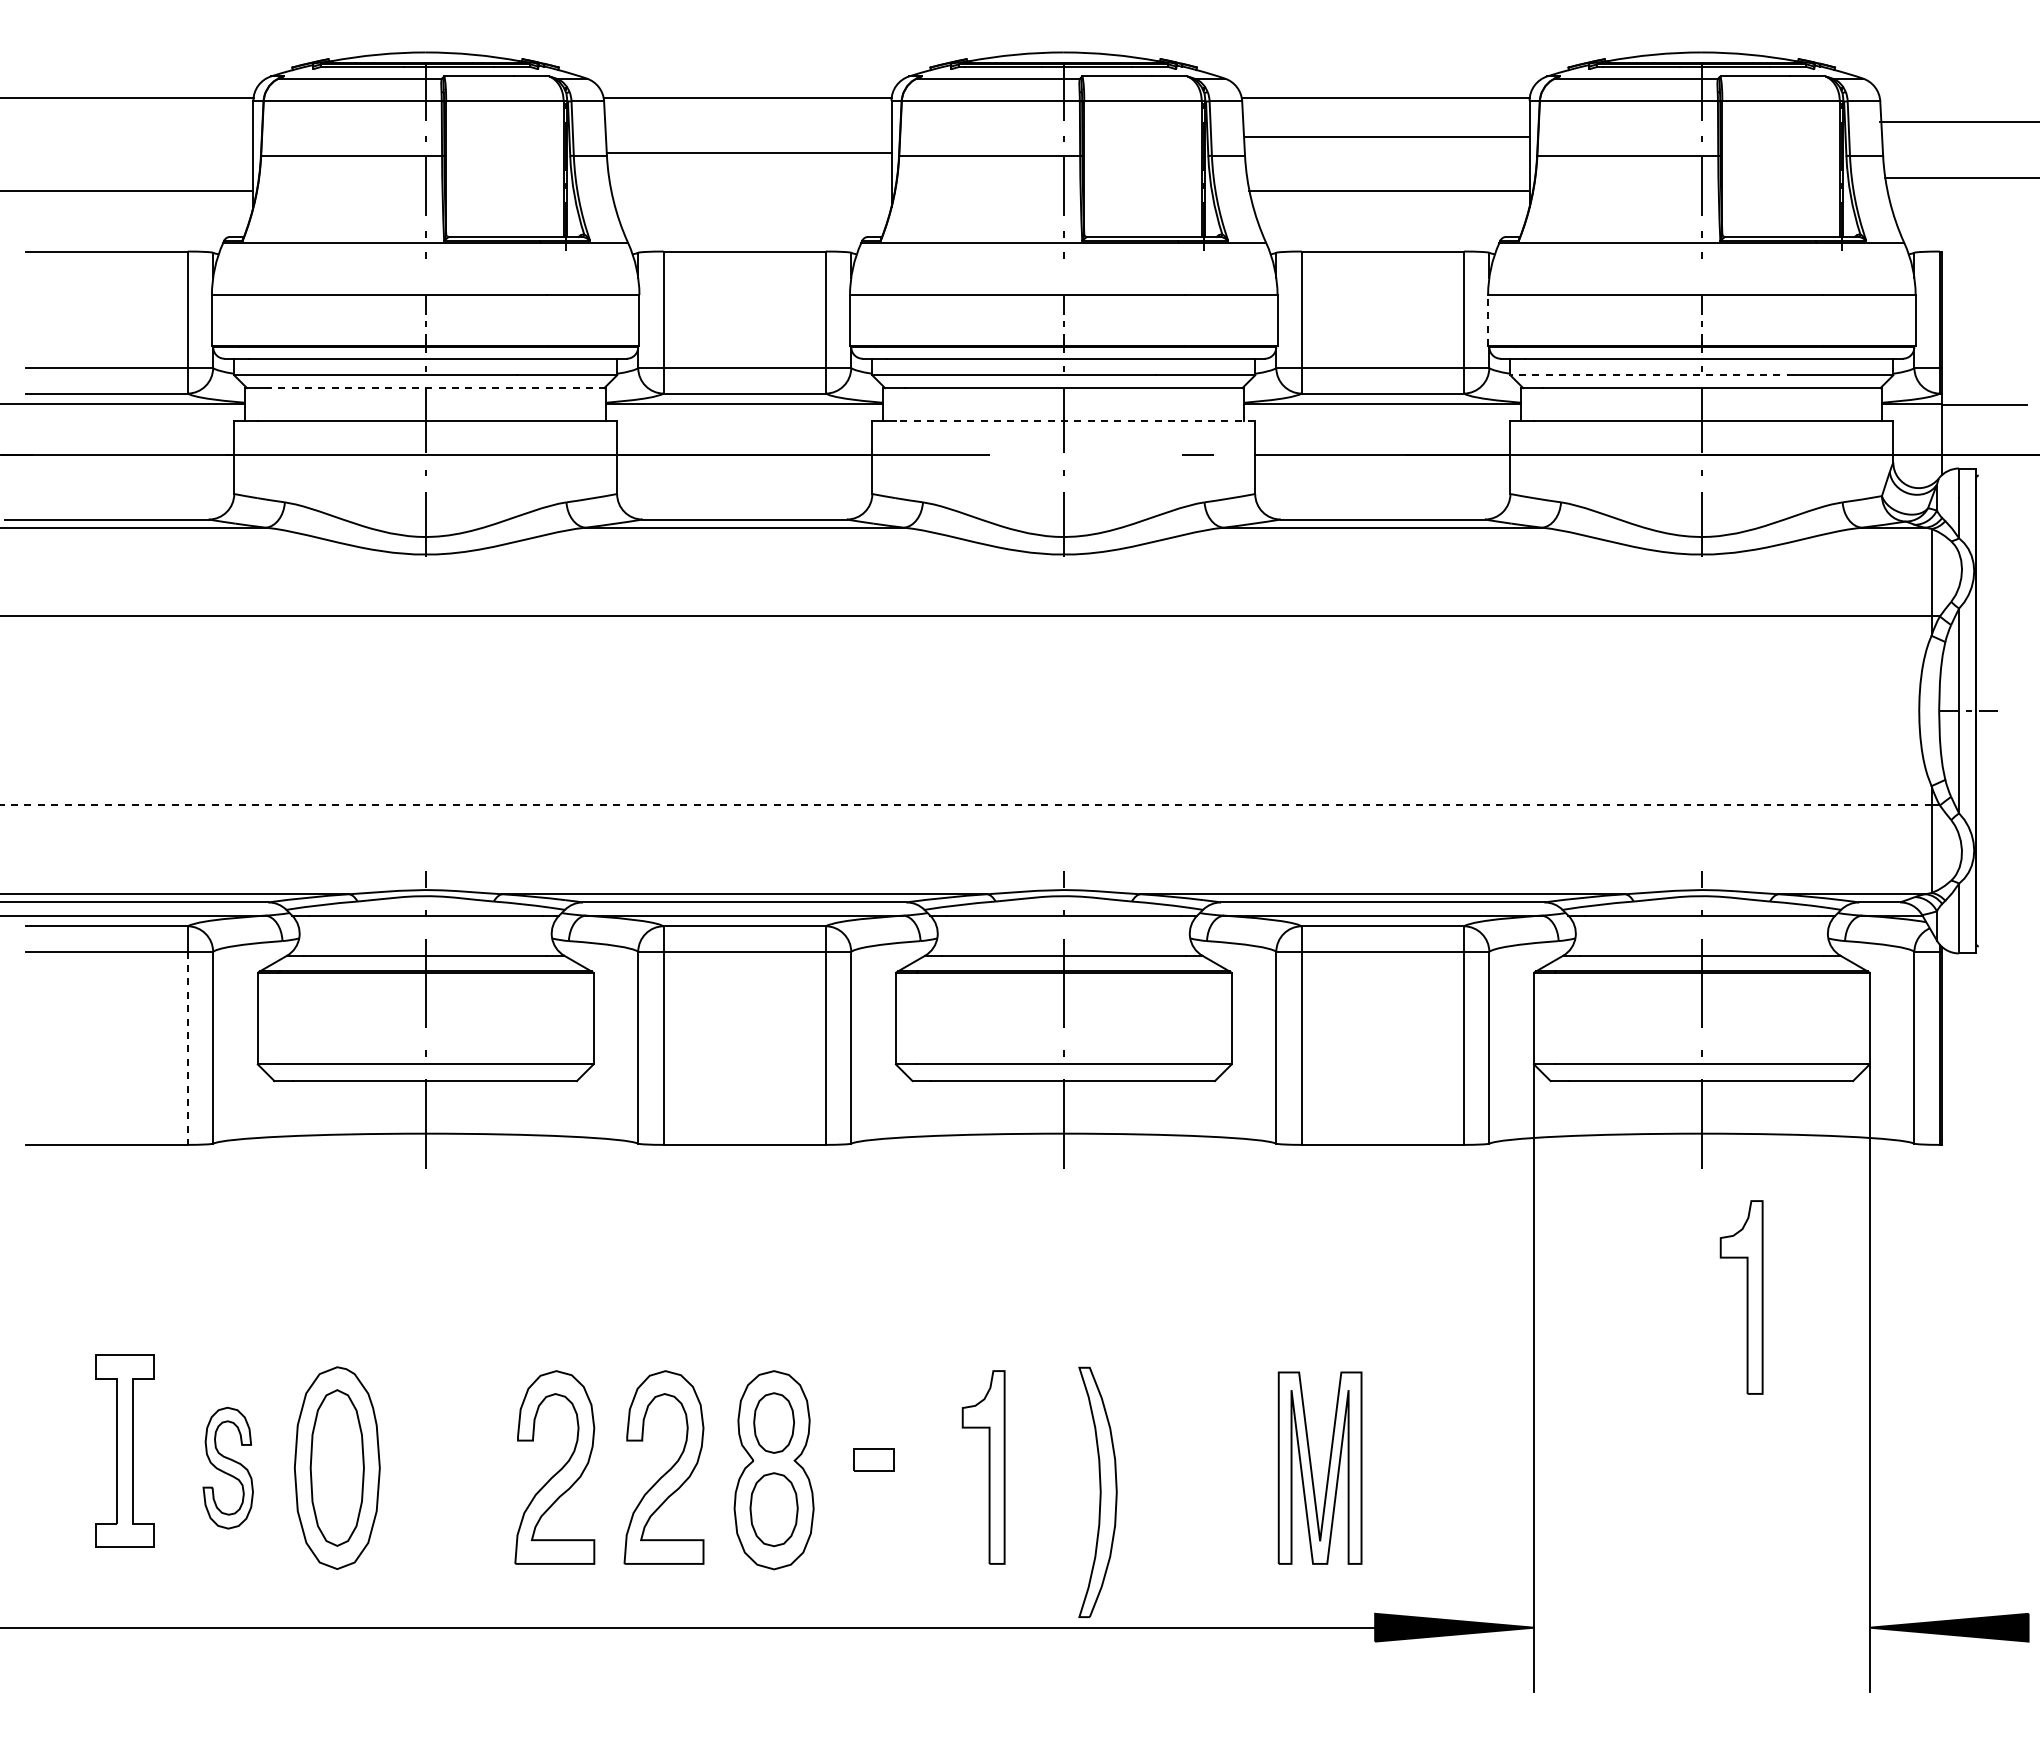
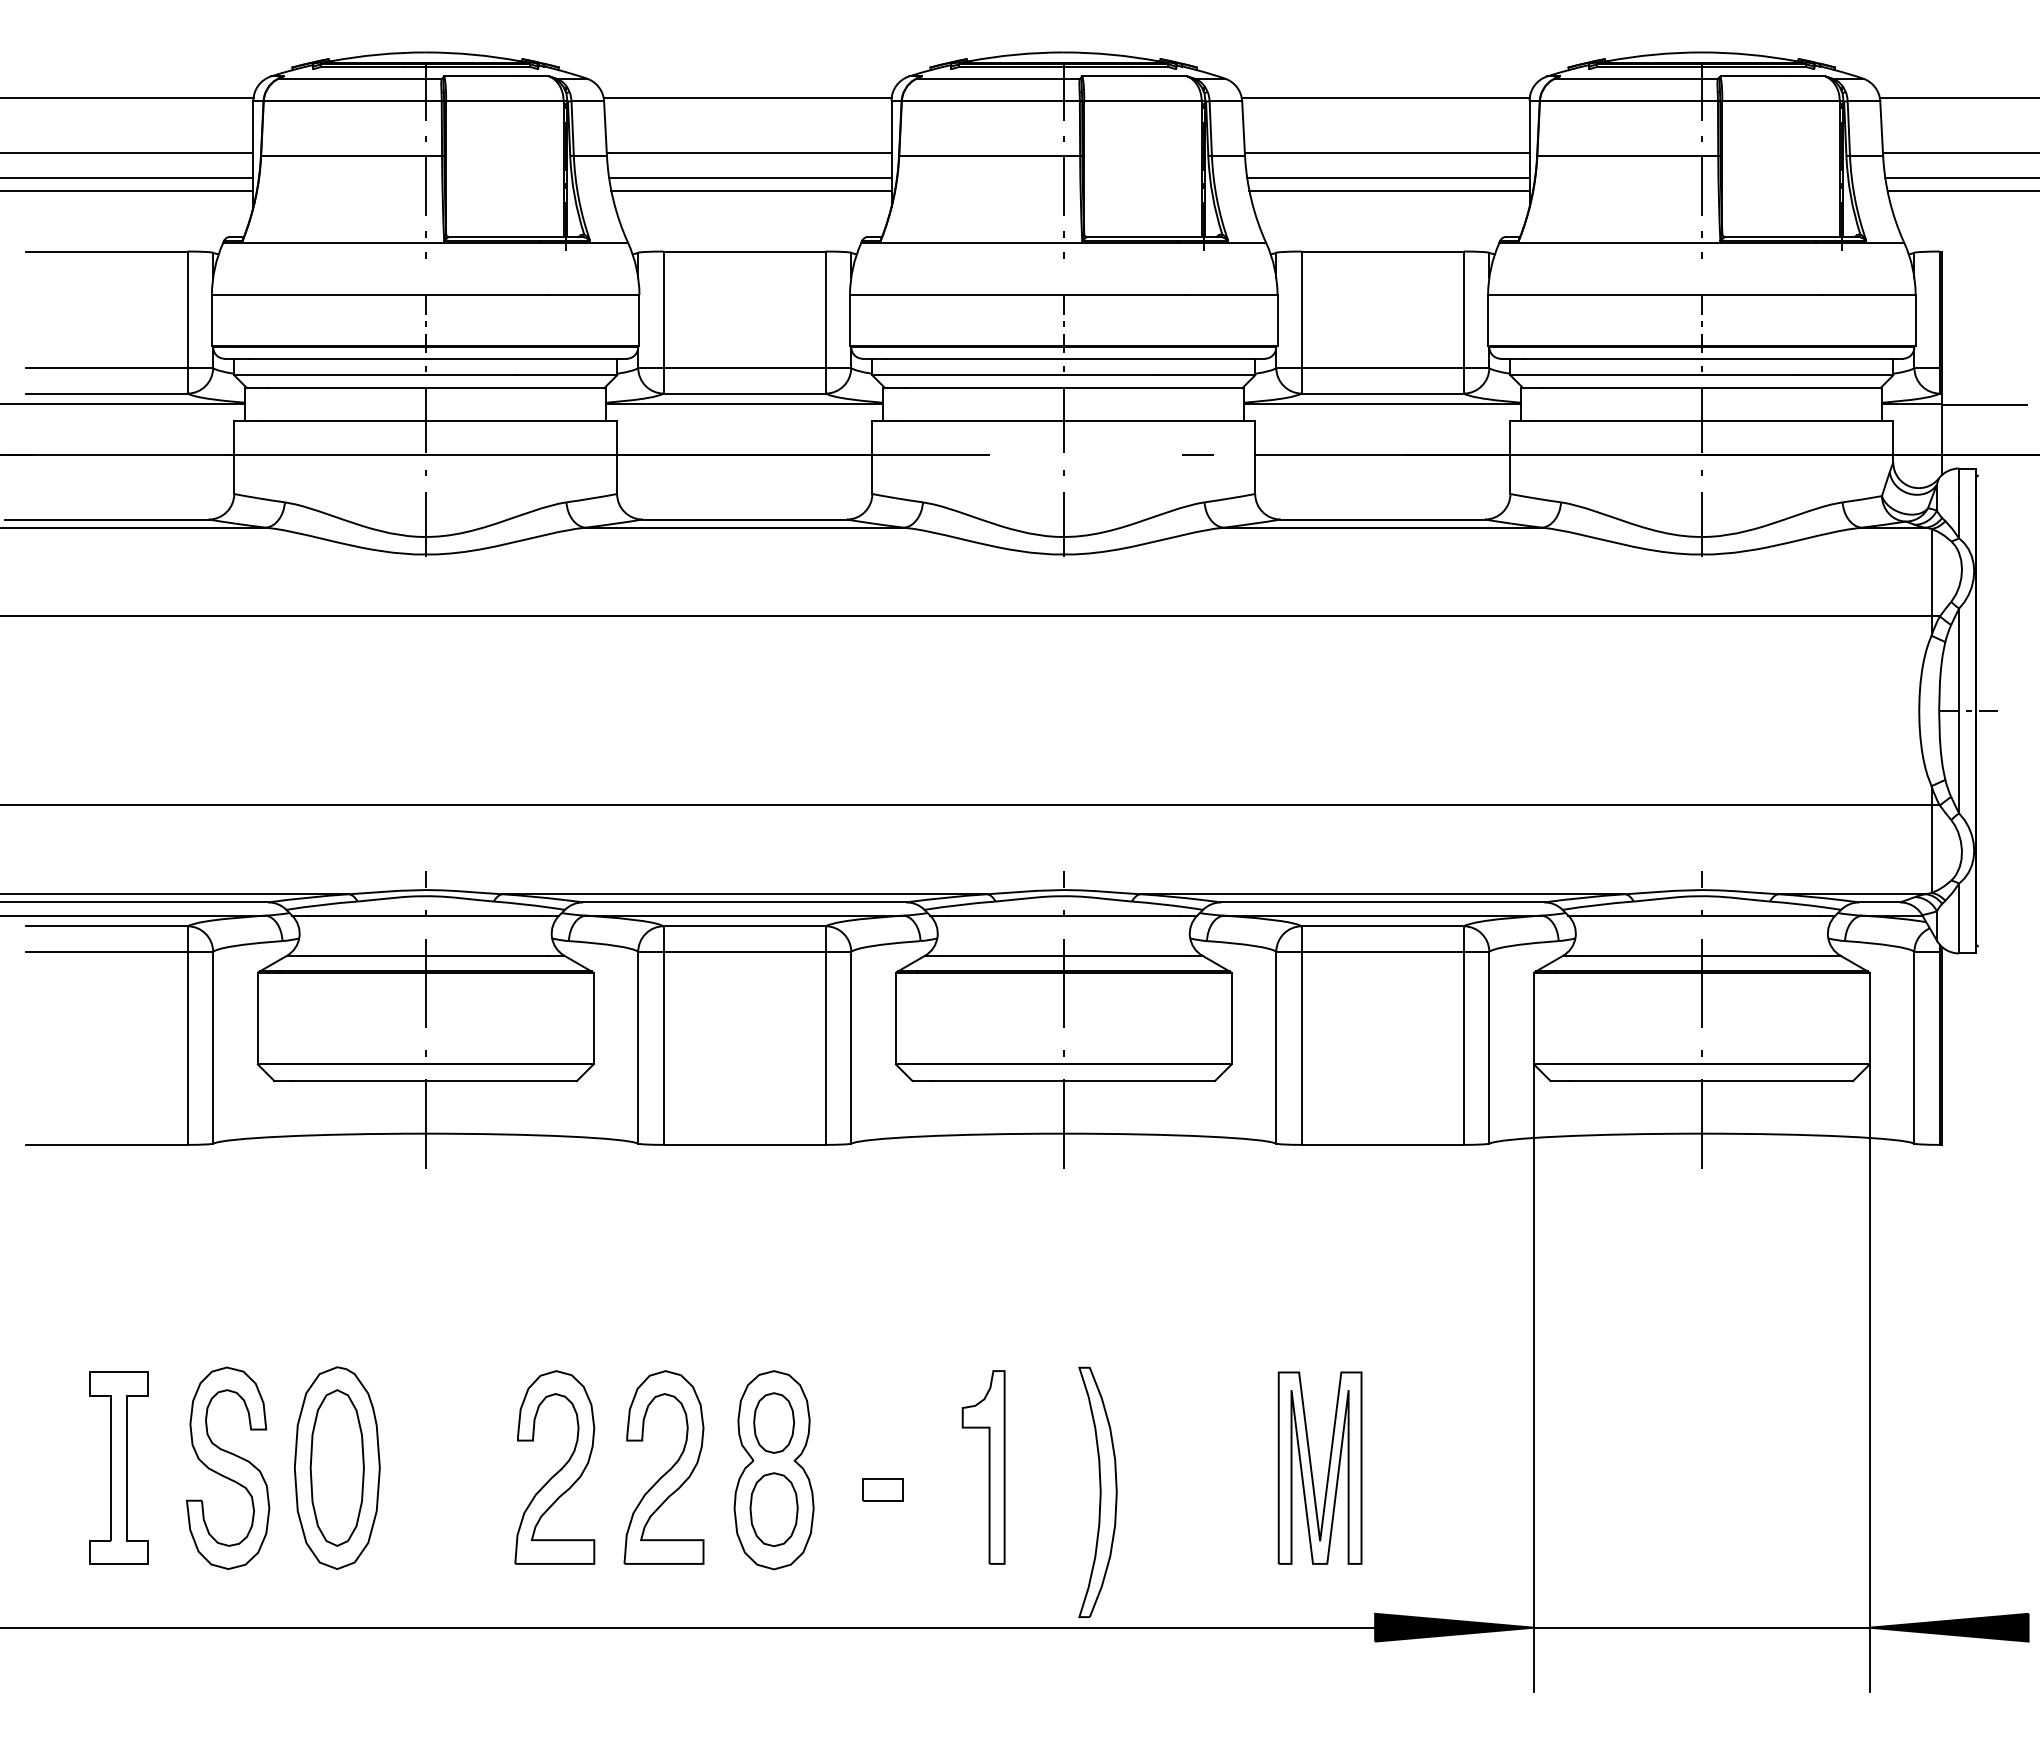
line at (1957, 122) position: (1957, 122) -> (1957, 98)
line at (1386, 136) position: (1386, 136) -> (1386, 152)
line at (127, 152): none -> present
line at (1959, 152): none -> present
line at (127, 178): none -> present
line at (750, 178): none -> present
line at (1388, 178): none -> present
line at (751, 190): none -> present
line at (1961, 190): none -> present
line at (1488, 320): dashed -> solid
line at (1652, 375): dashed -> solid
line at (436, 388): dashed -> solid
line at (1075, 421): dashed -> solid
line at (965, 805): dashed -> solid
line at (187, 1048): dashed -> solid
part at (1741, 1297): present -> none
part at (124, 1450) position: (124, 1450) -> (118, 1467)
part at (873, 1459) position: (873, 1459) -> (882, 1489)
part at (227, 1467) size: 52x124 px -> 85x204 px
line at (1701, 1627): none -> present
